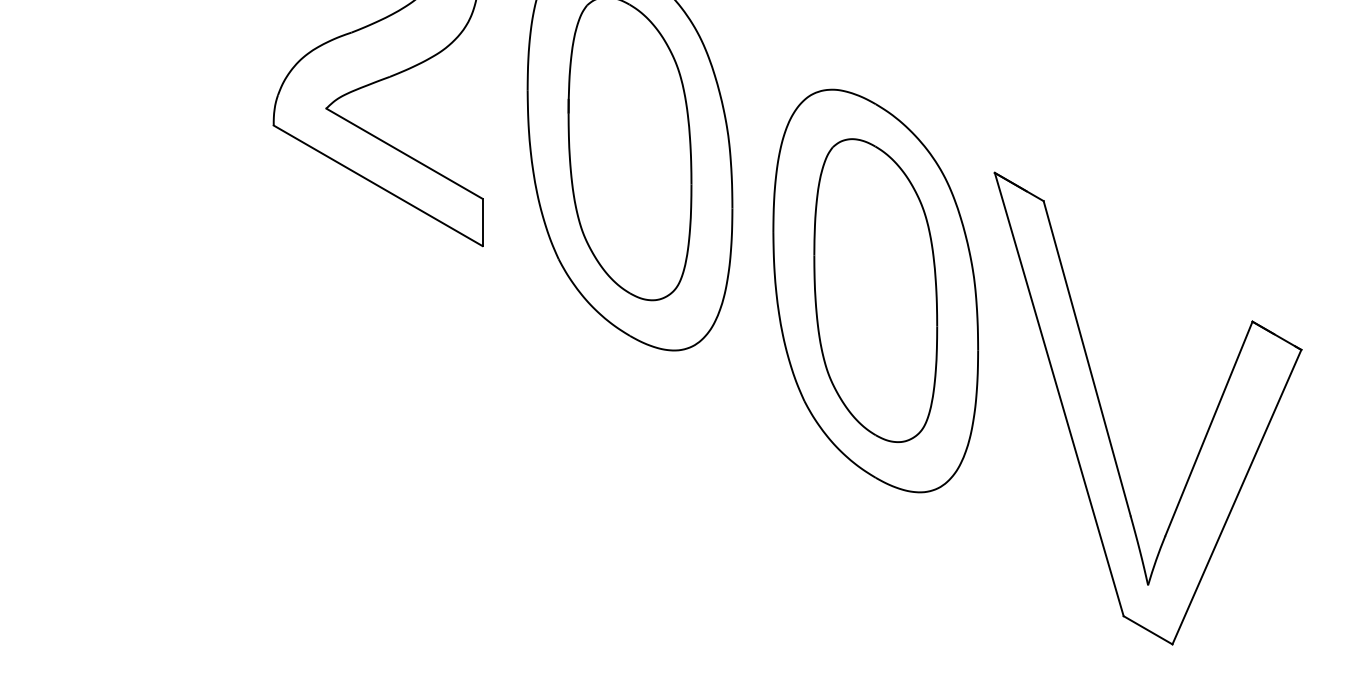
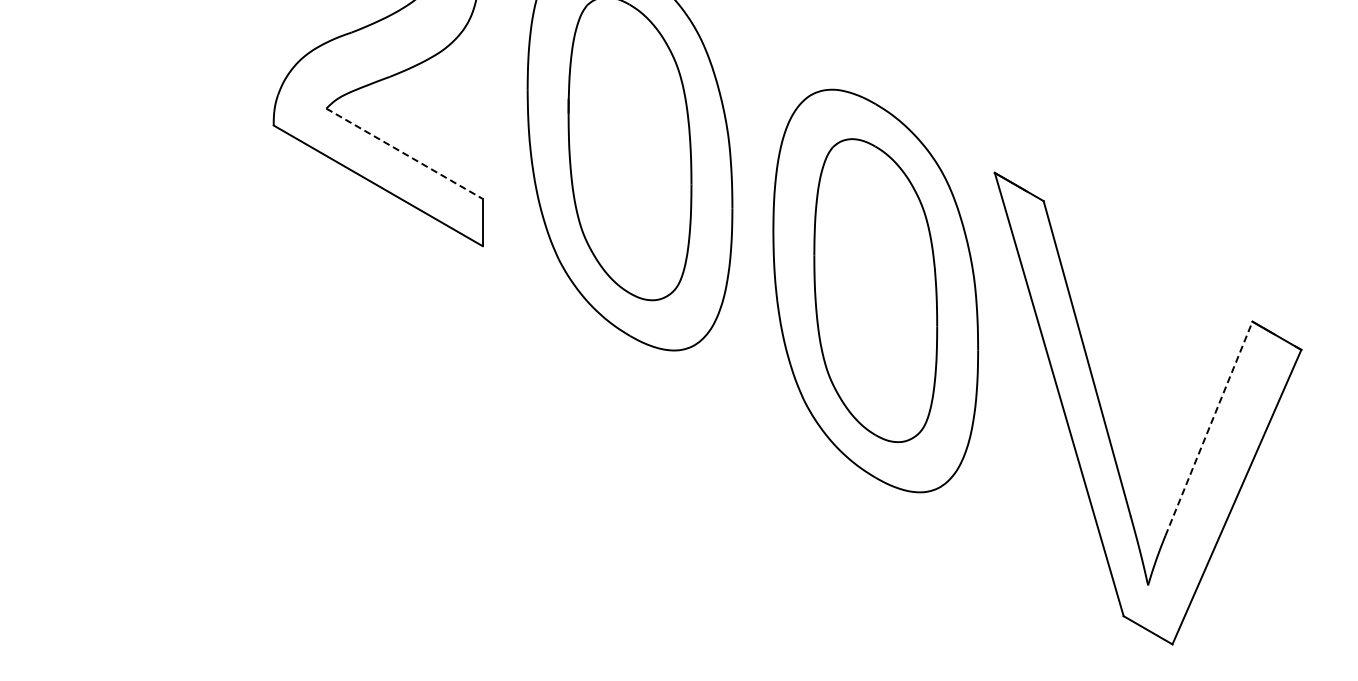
line at (404, 153): solid -> dashed
line at (1208, 428): solid -> dashed
